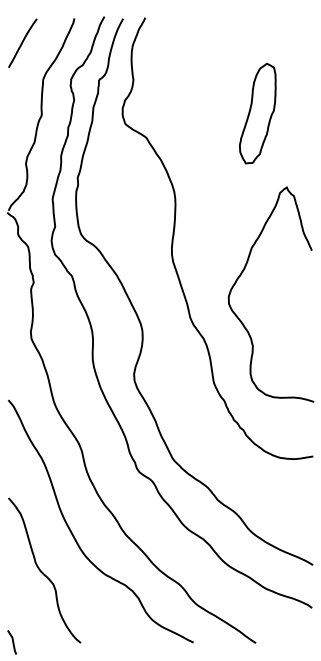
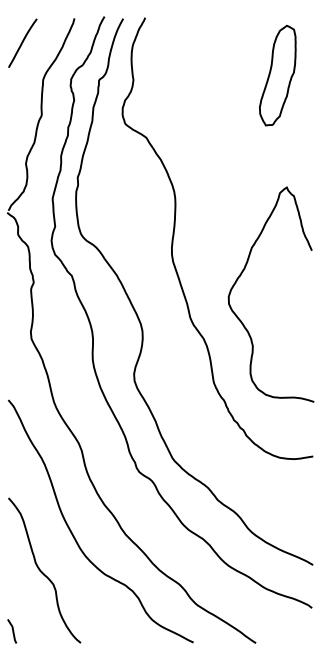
part at (257, 113) position: (257, 113) -> (277, 75)
curve at (12, 642) position: (12, 642) -> (12, 631)
